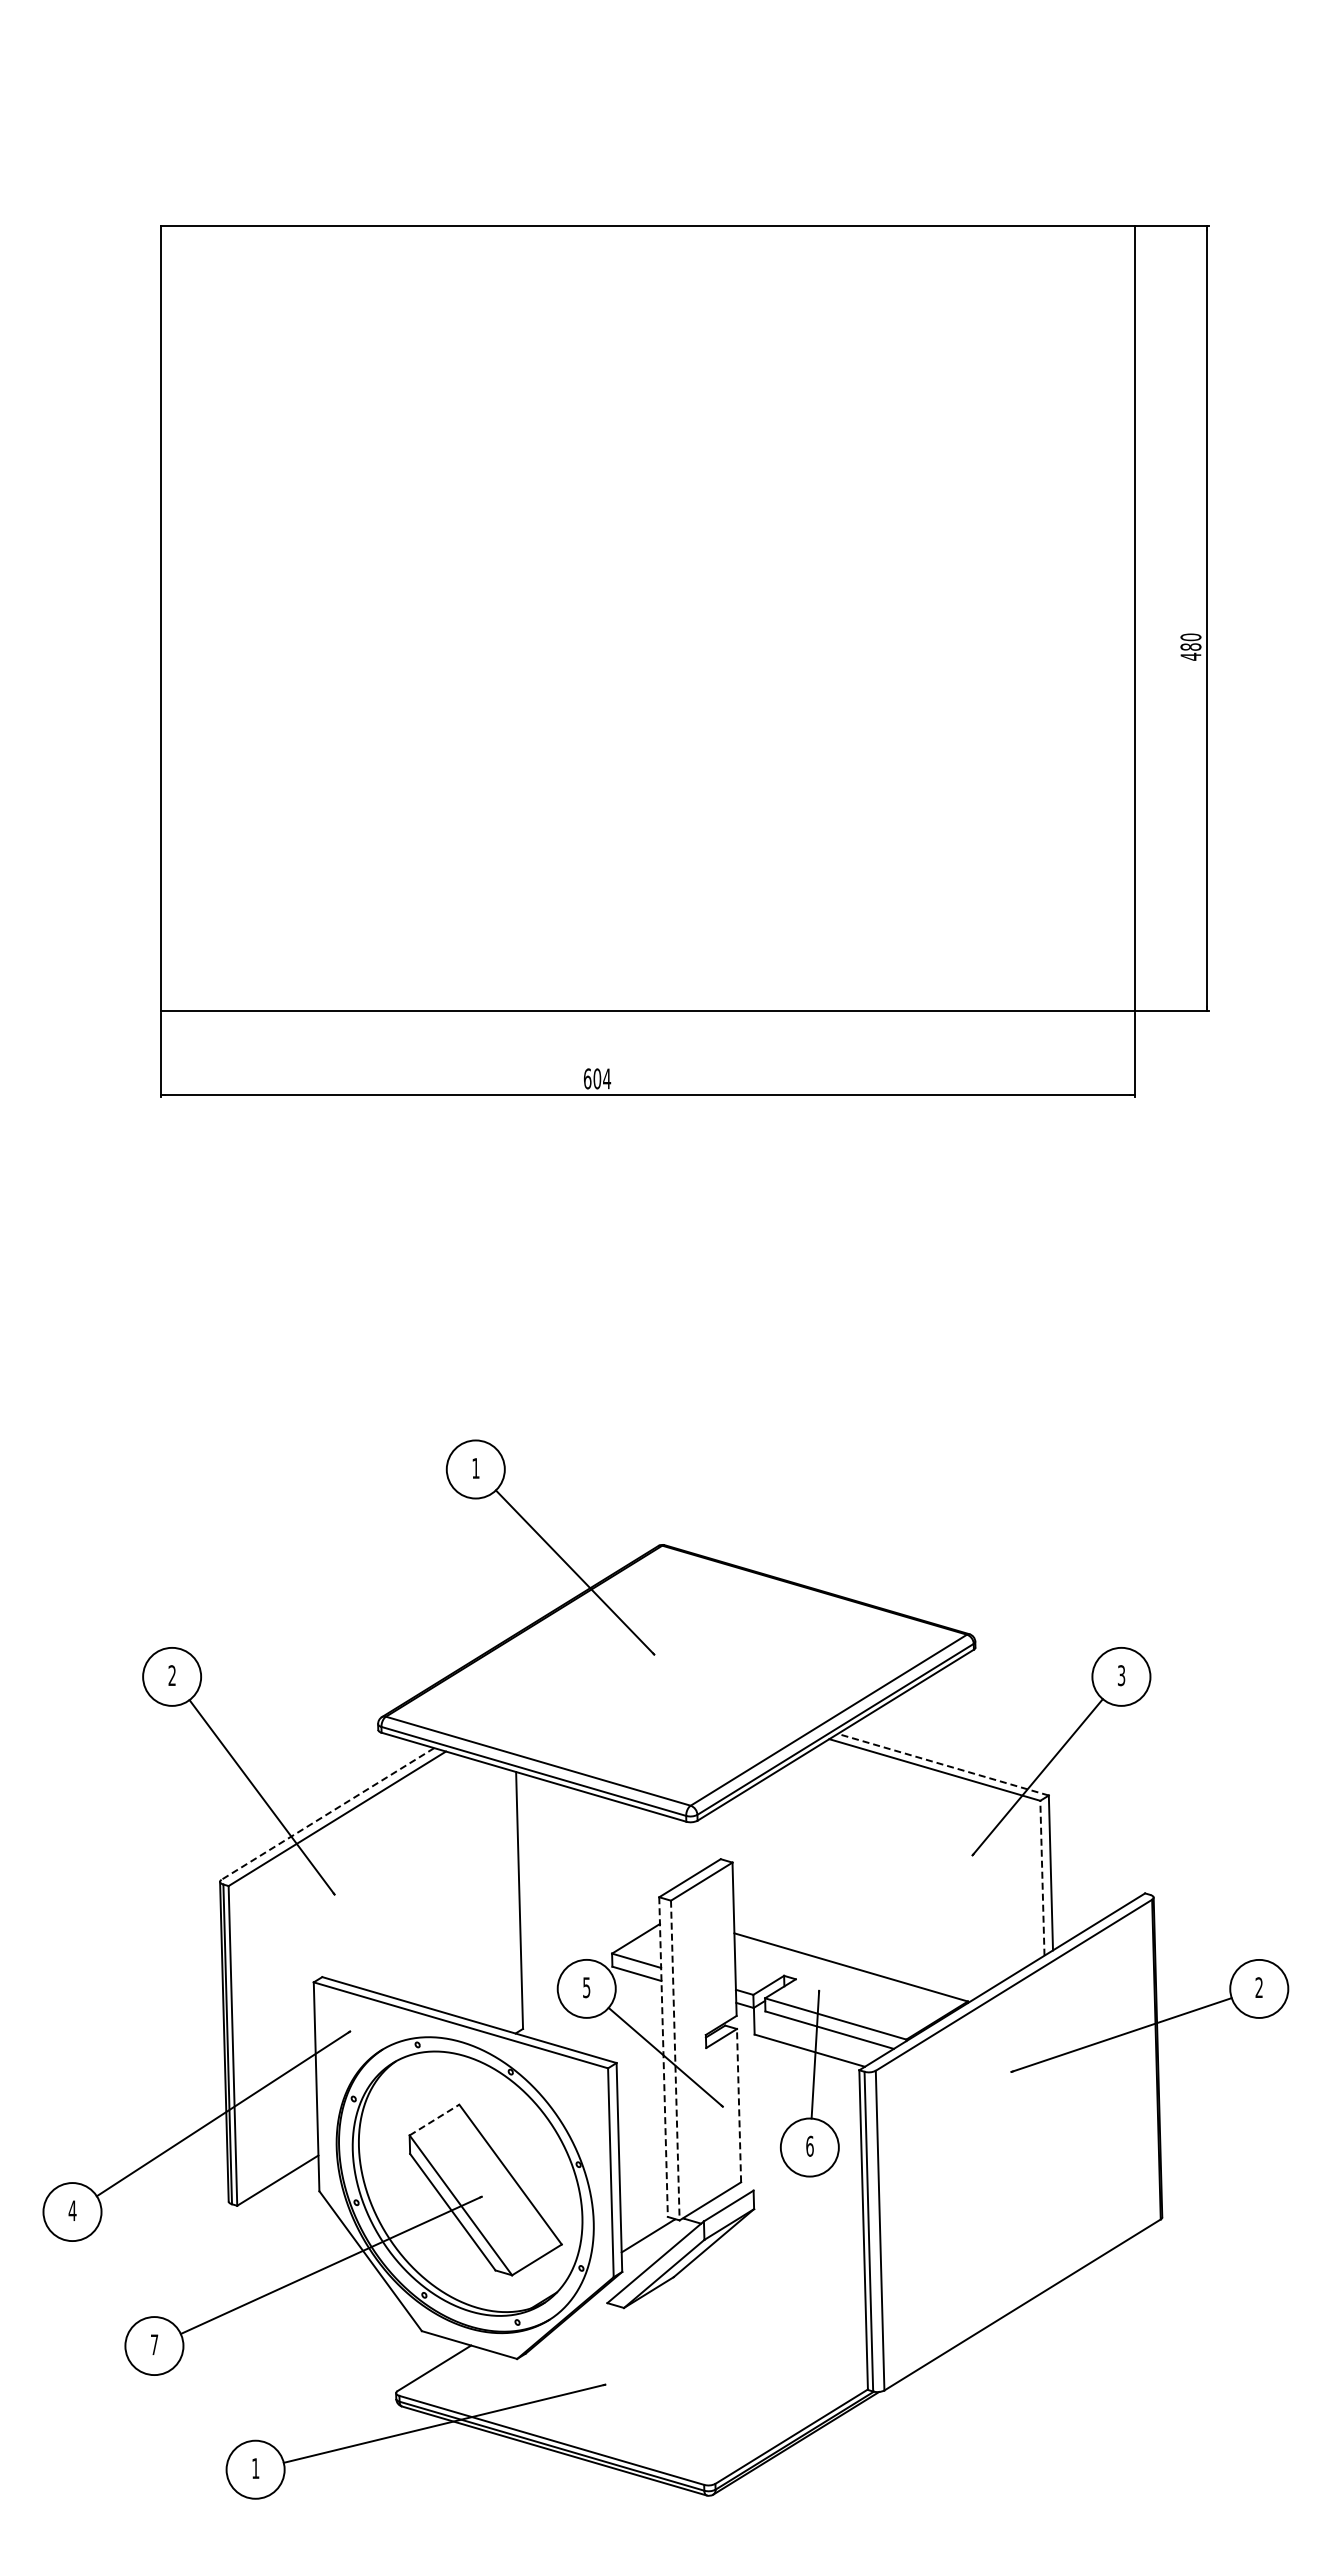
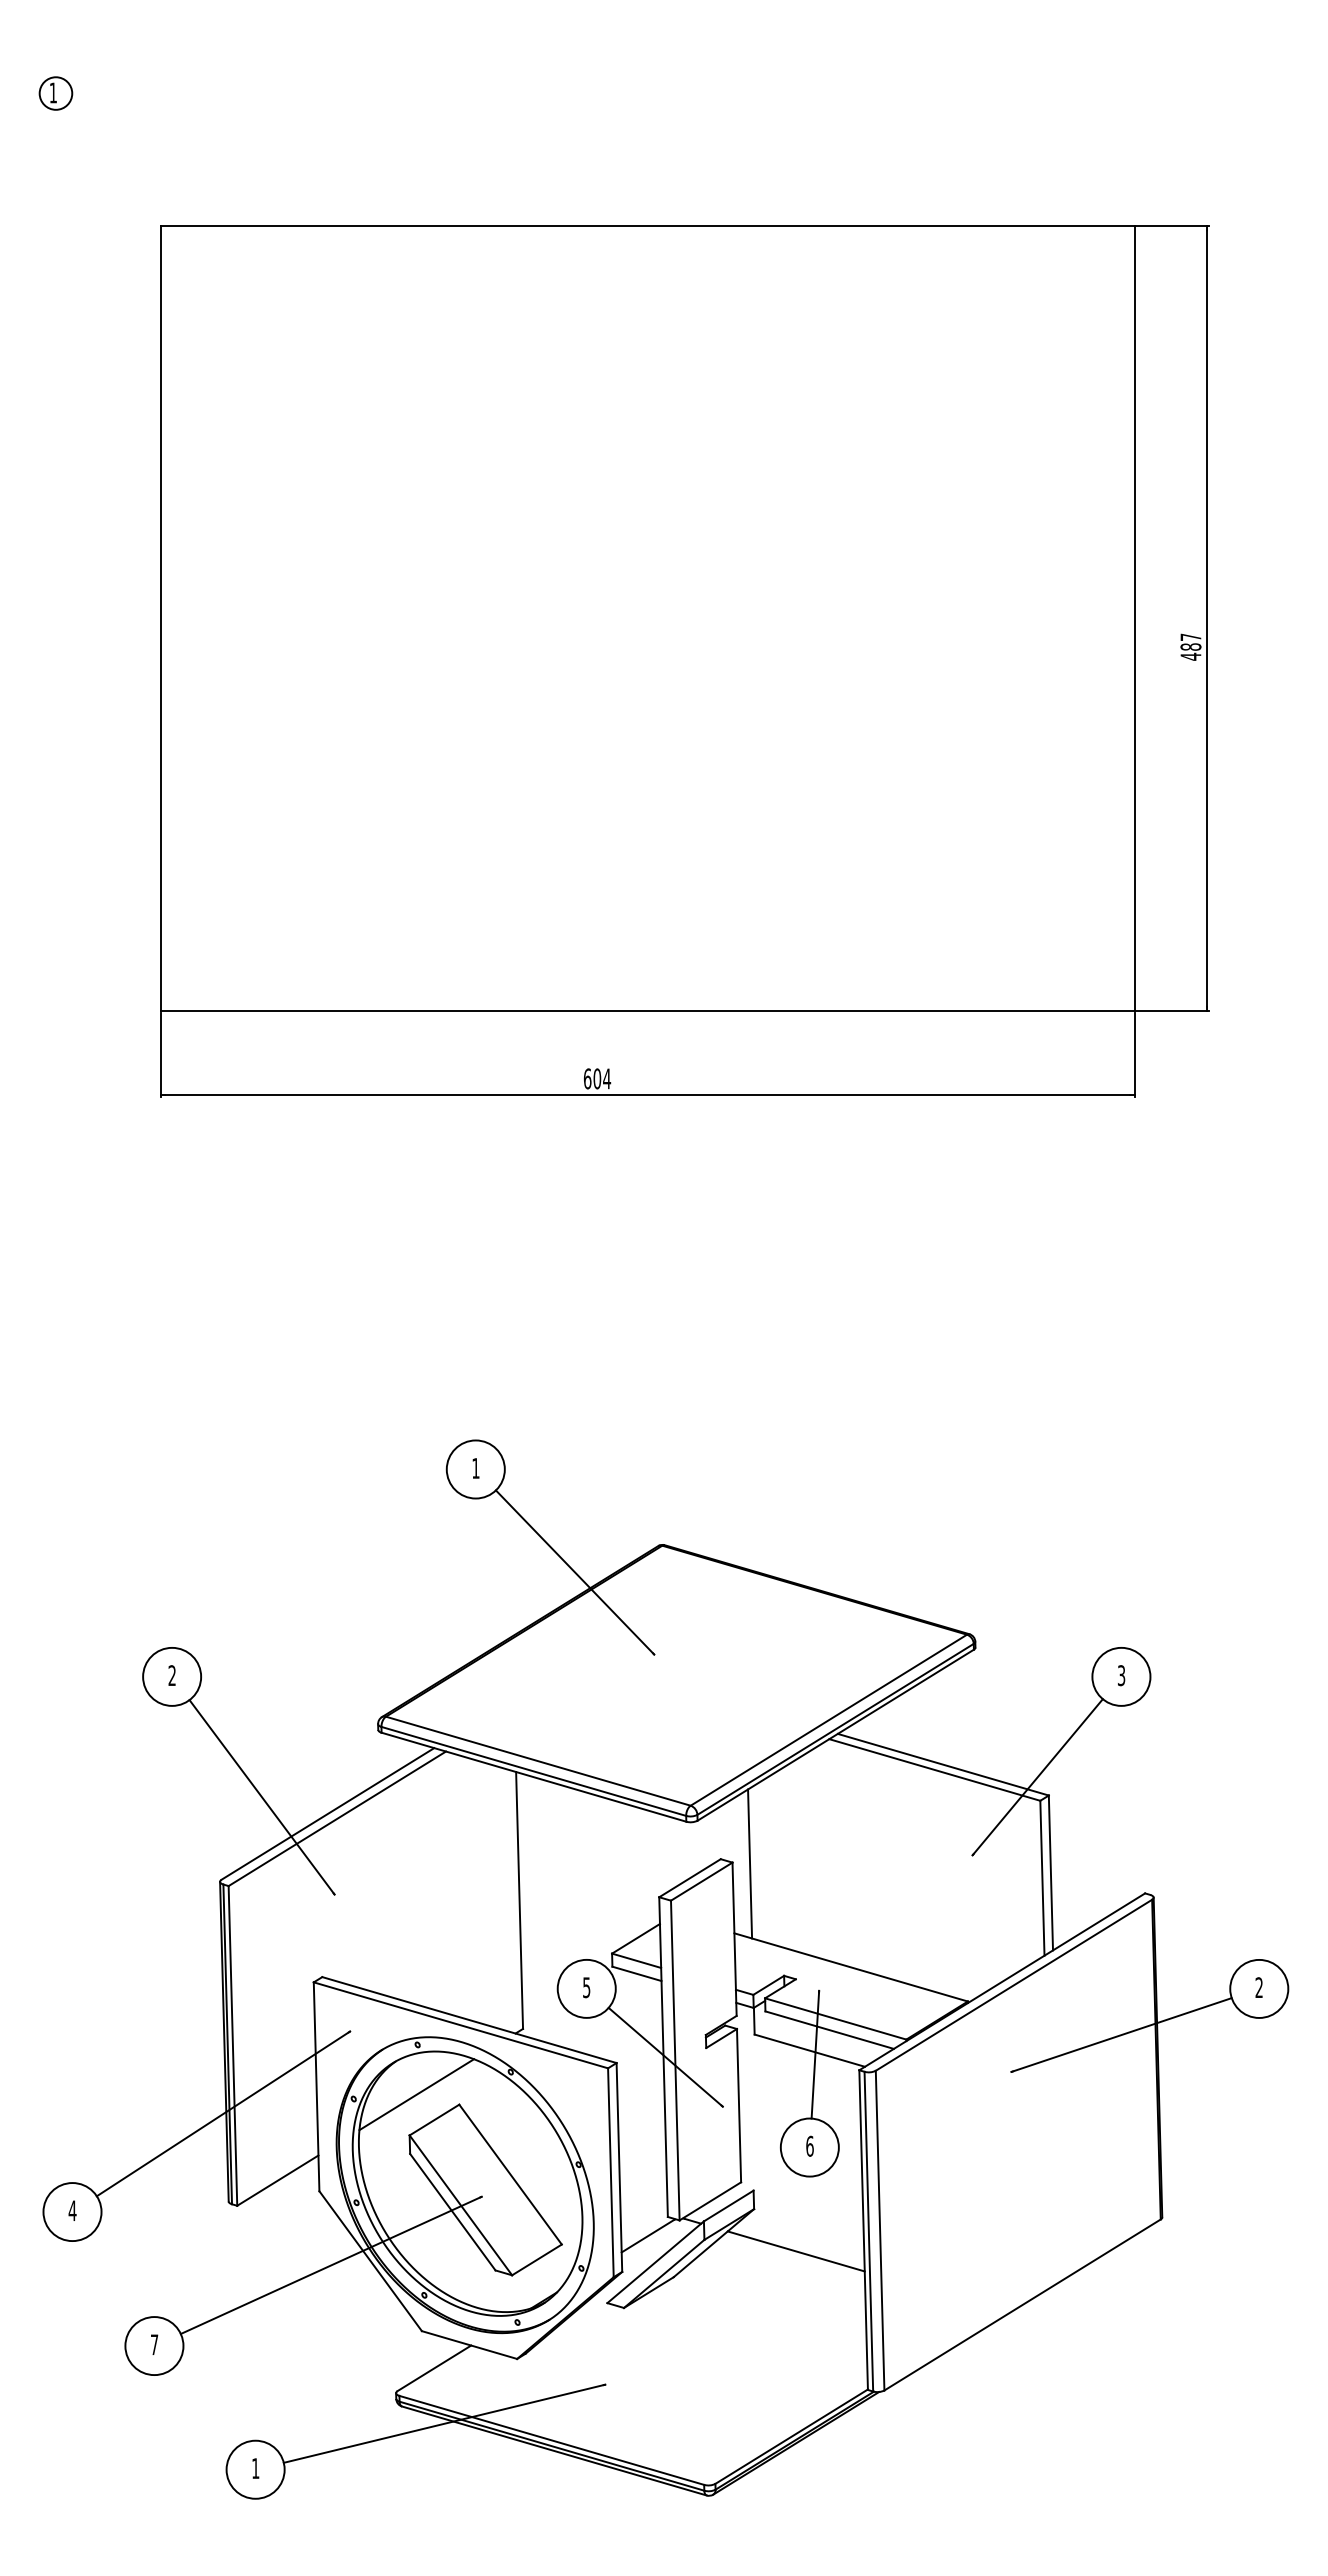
part at (55, 93): none -> present
text at (1190, 637): 480 -> 487
line at (943, 1764): dashed -> solid
line at (327, 1814): dashed -> solid
line at (750, 1863): none -> present
line at (1042, 1877): dashed -> solid
line at (663, 2057): dashed -> solid
line at (675, 2060): dashed -> solid
line at (416, 2094): none -> present
line at (739, 2105): dashed -> solid
line at (434, 2119): dashed -> solid
line at (795, 2251): none -> present
